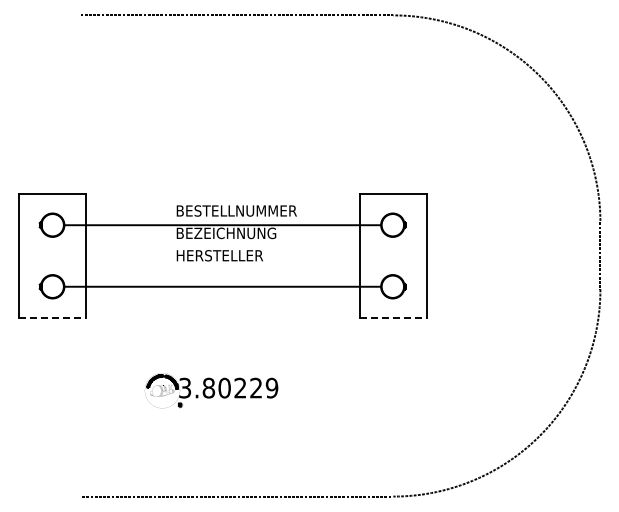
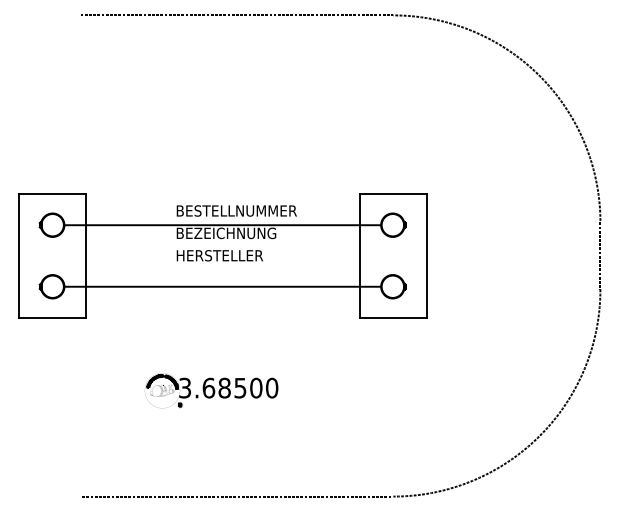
line at (52, 317): dashed -> solid
line at (393, 317): dashed -> solid
text at (240, 387): 3.80229 -> 3.68500
